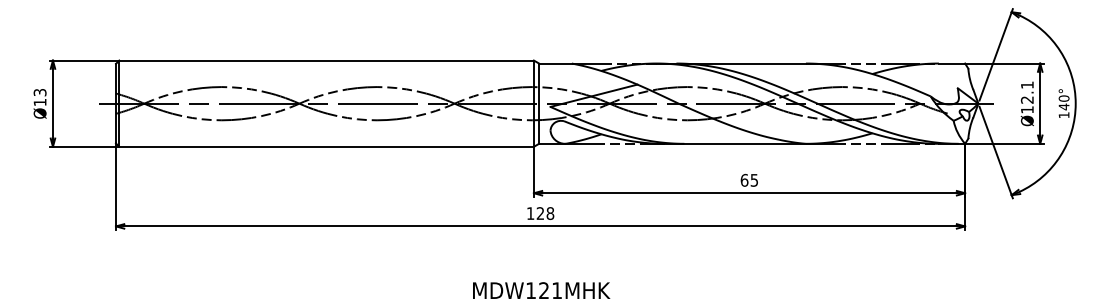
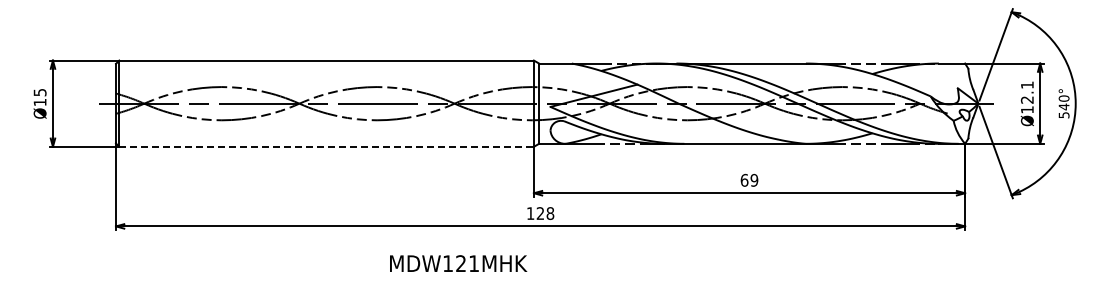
text at (39, 92): Ø13 -> Ø15
text at (1063, 115): 140° -> 540°
line at (327, 146): solid -> dashed
text at (754, 179): 65 -> 69
text at (541, 290) position: (541, 290) -> (458, 263)
